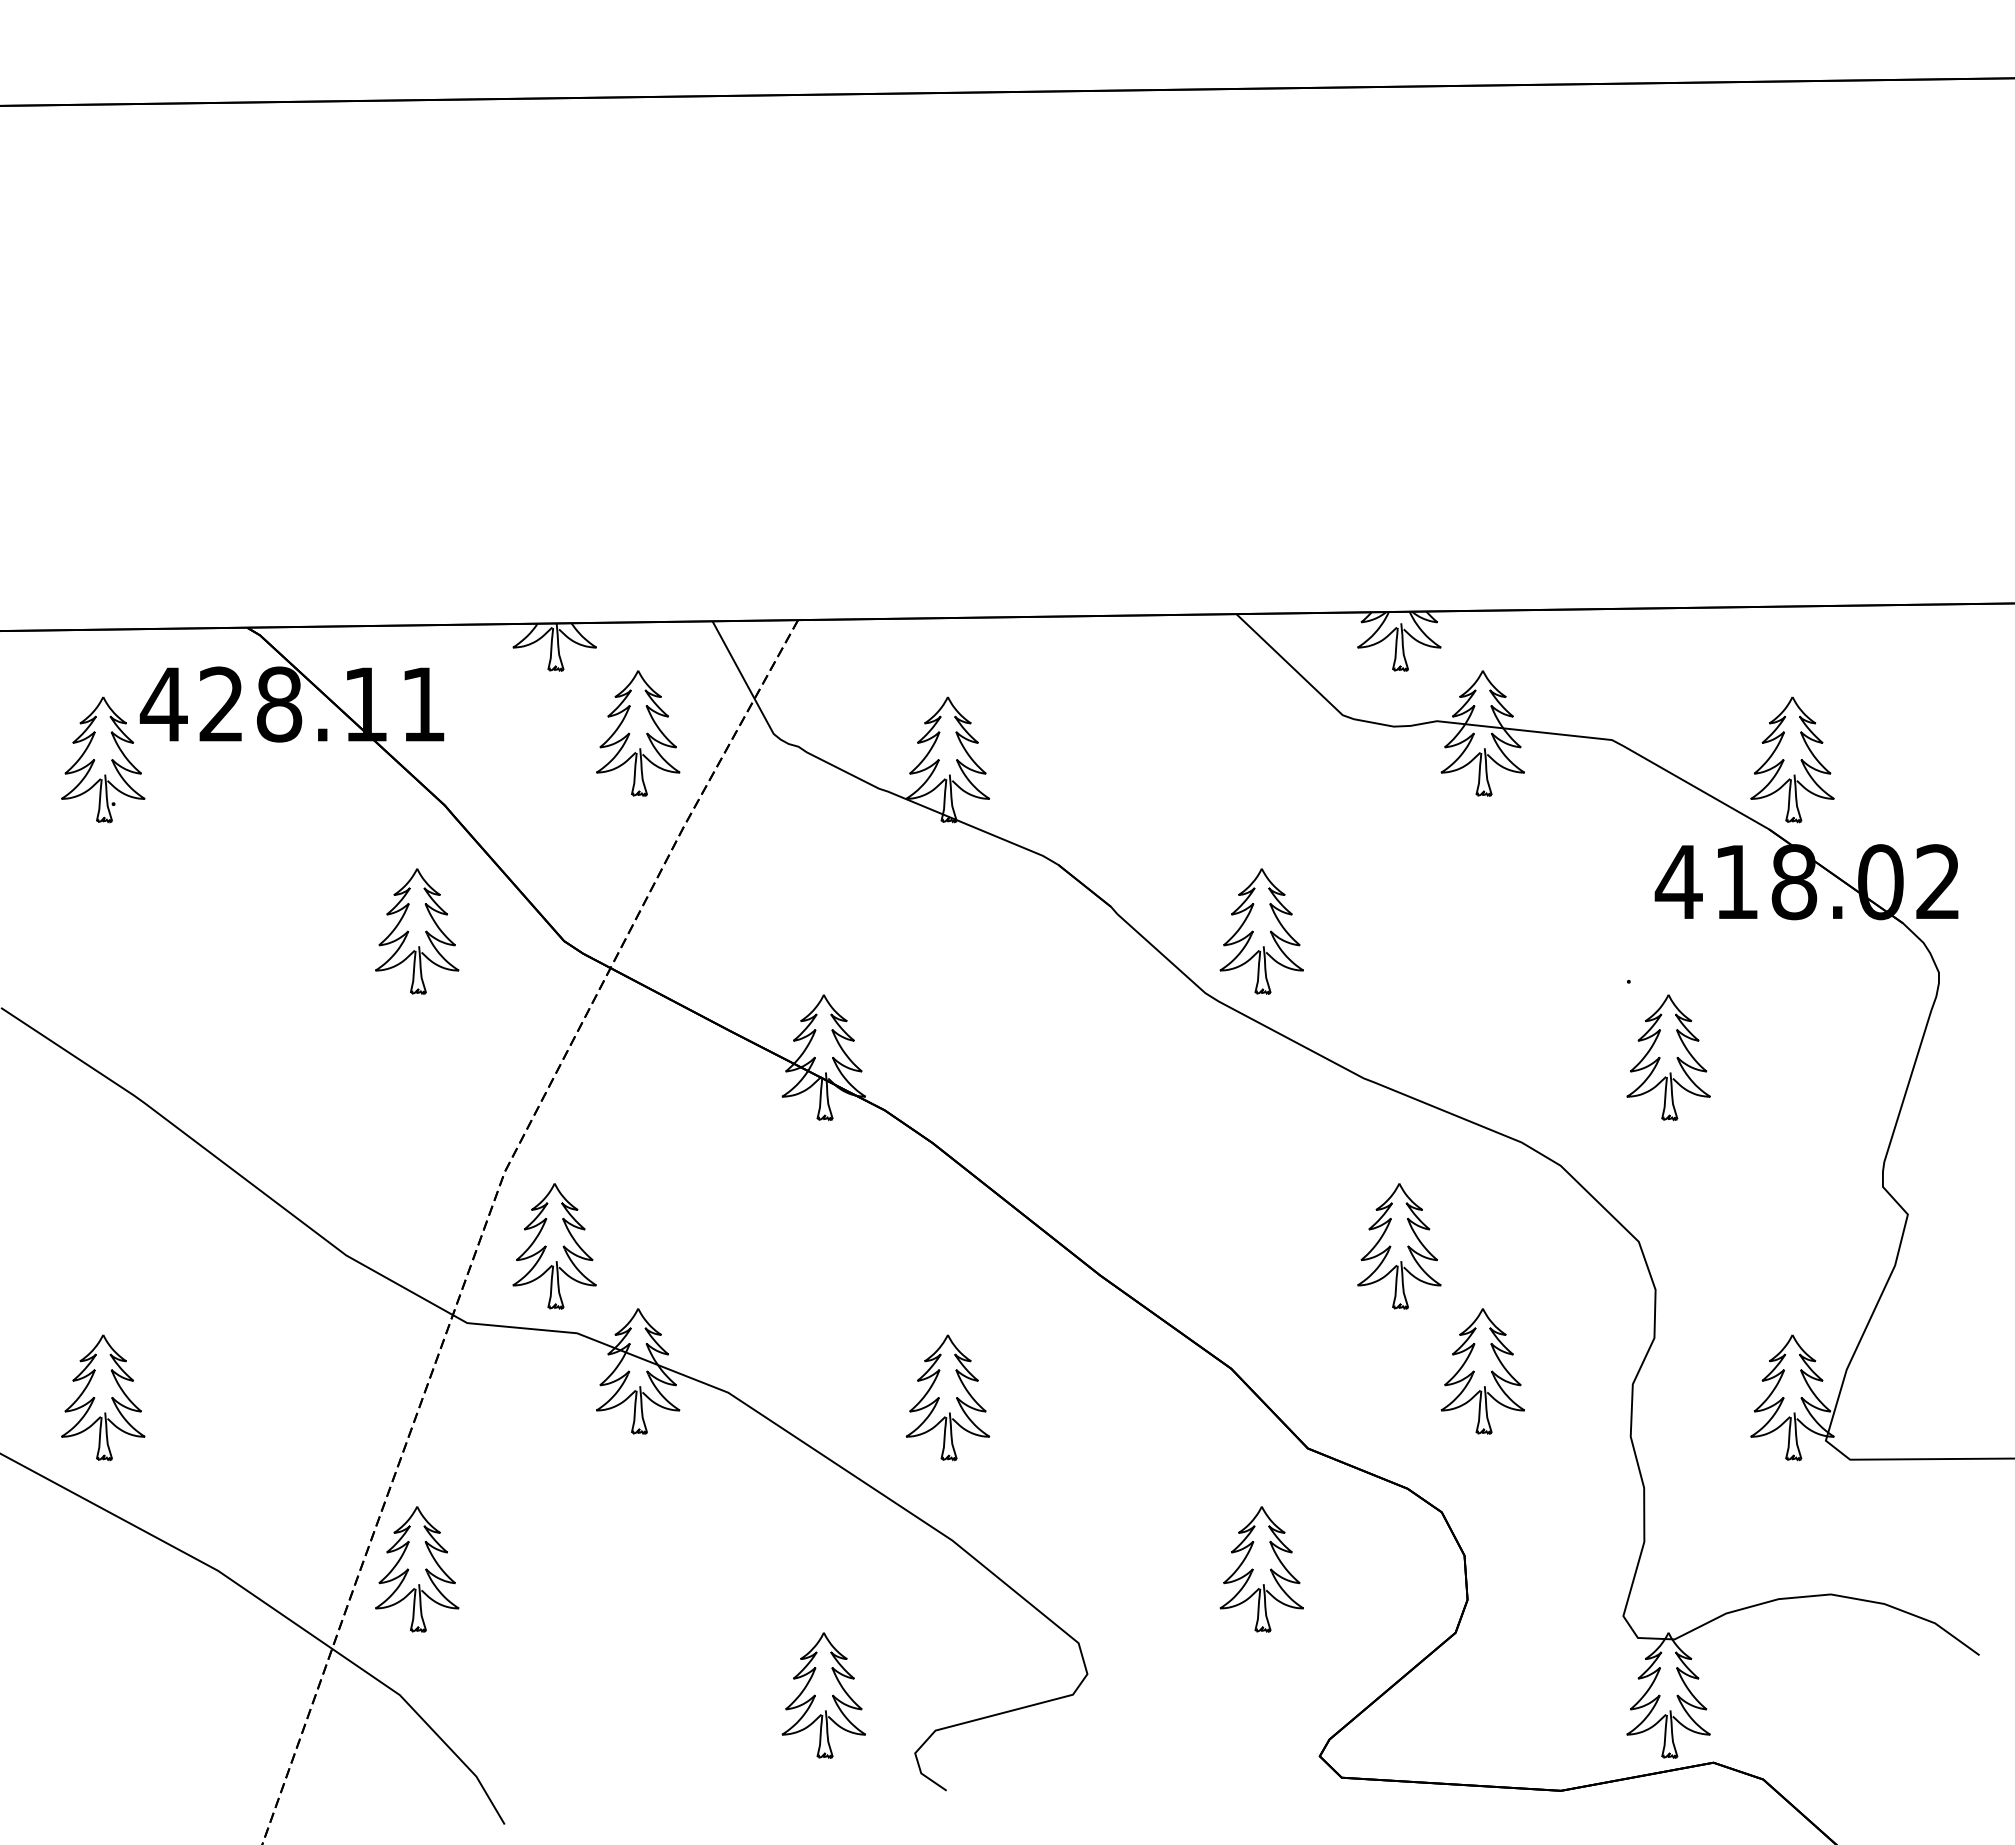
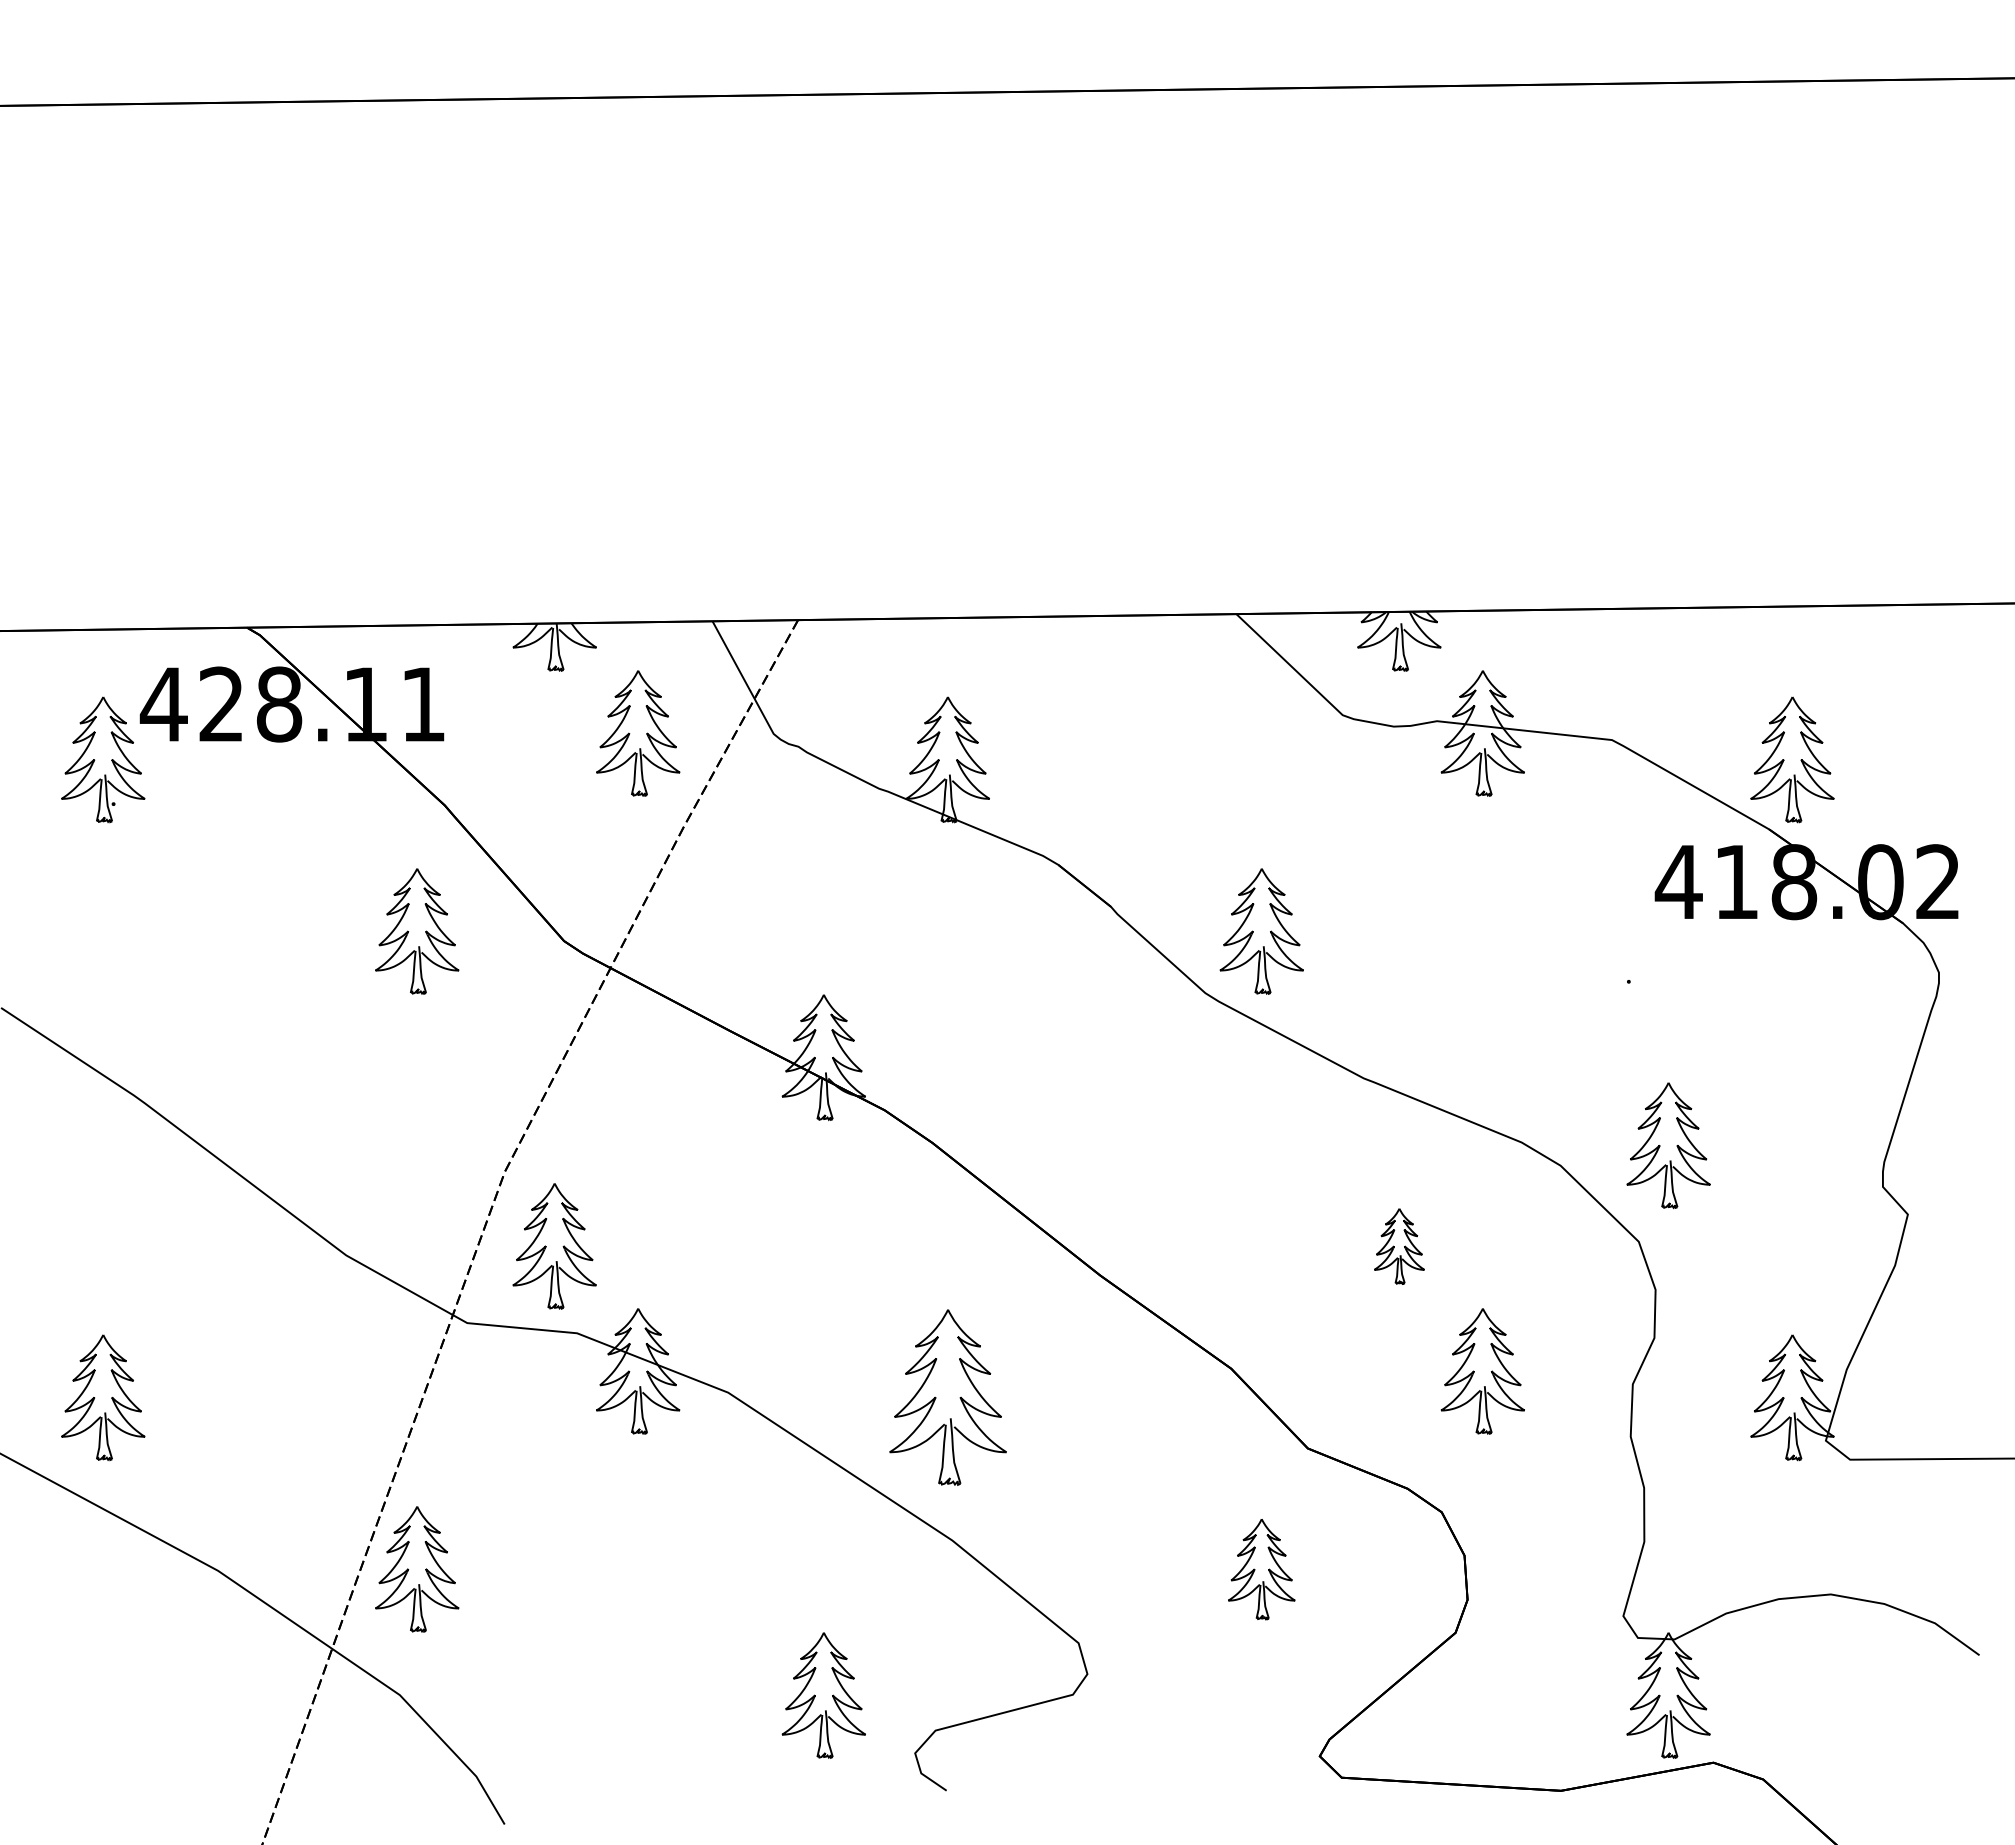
part at (1668, 1057) position: (1668, 1057) -> (1668, 1145)
part at (1399, 1246) size: 85x127 px -> 51x77 px
part at (947, 1397) size: 85x128 px -> 118x177 px
part at (1261, 1569) size: 85x127 px -> 68x102 px
